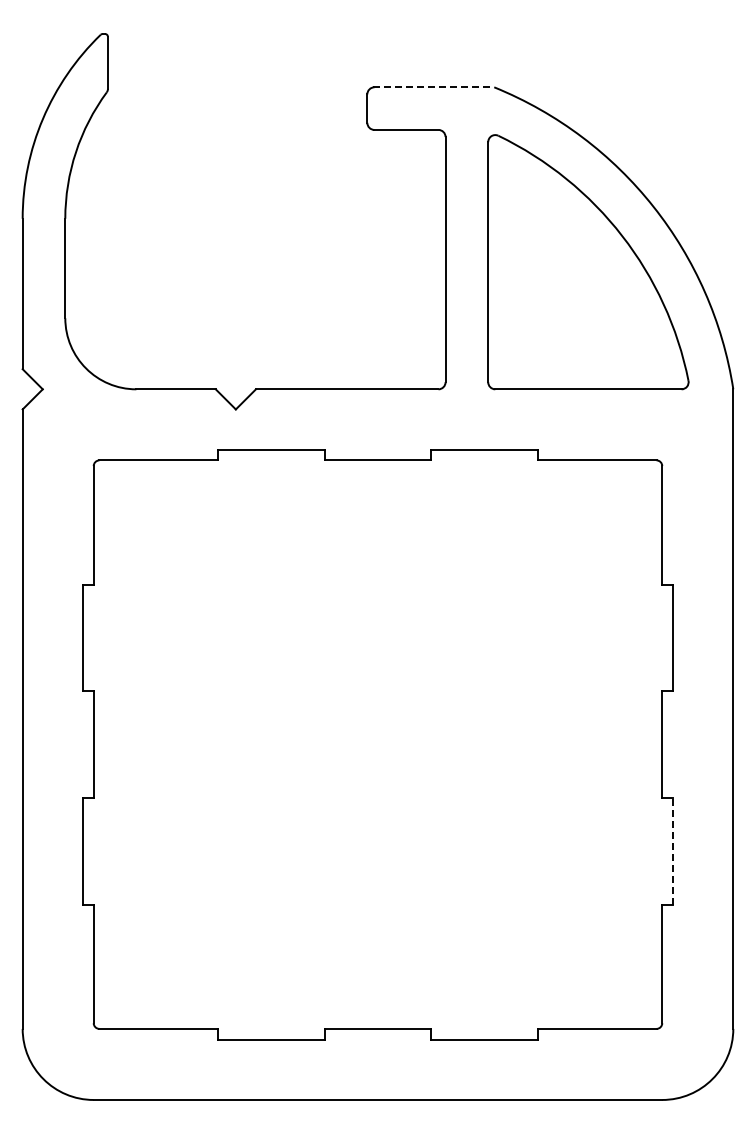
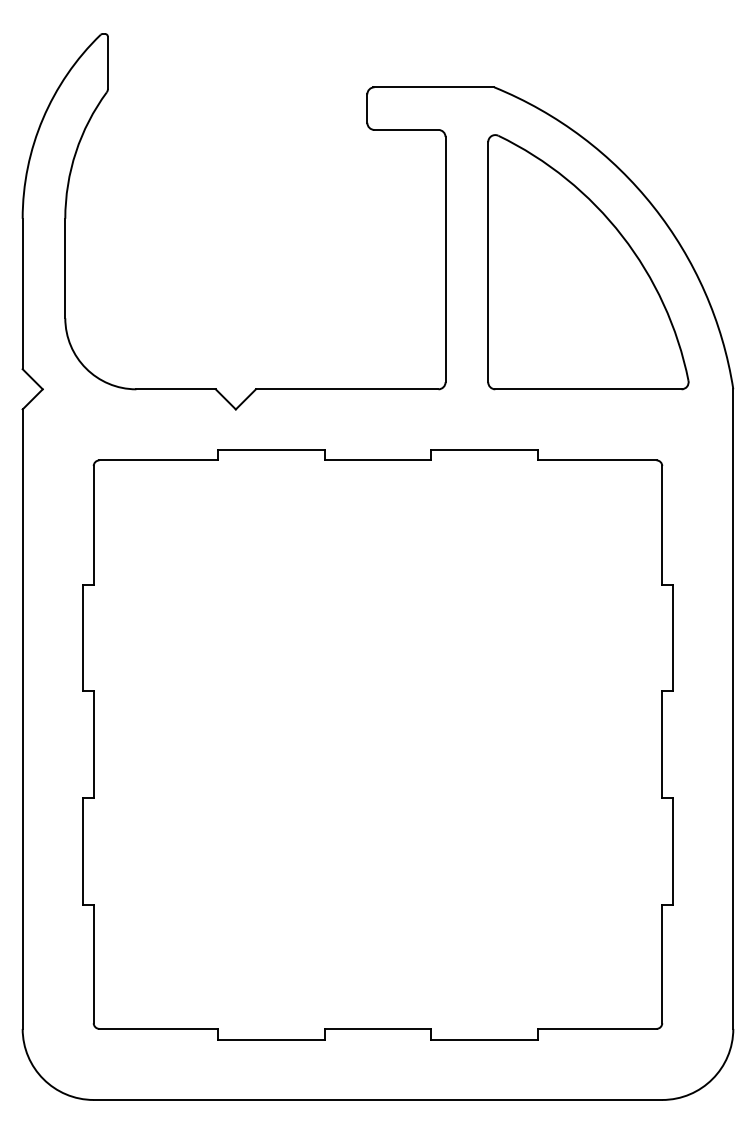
line at (433, 87): dashed -> solid
line at (672, 850): dashed -> solid
